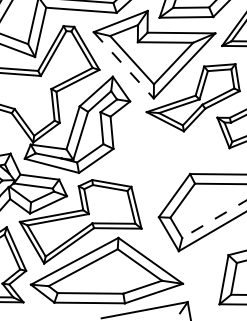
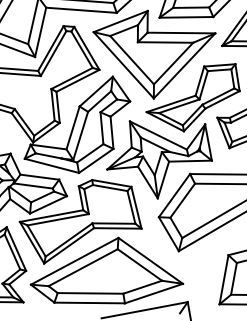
line at (123, 65): dashed -> solid
part at (159, 159): none -> present
line at (214, 219): dashed -> solid
